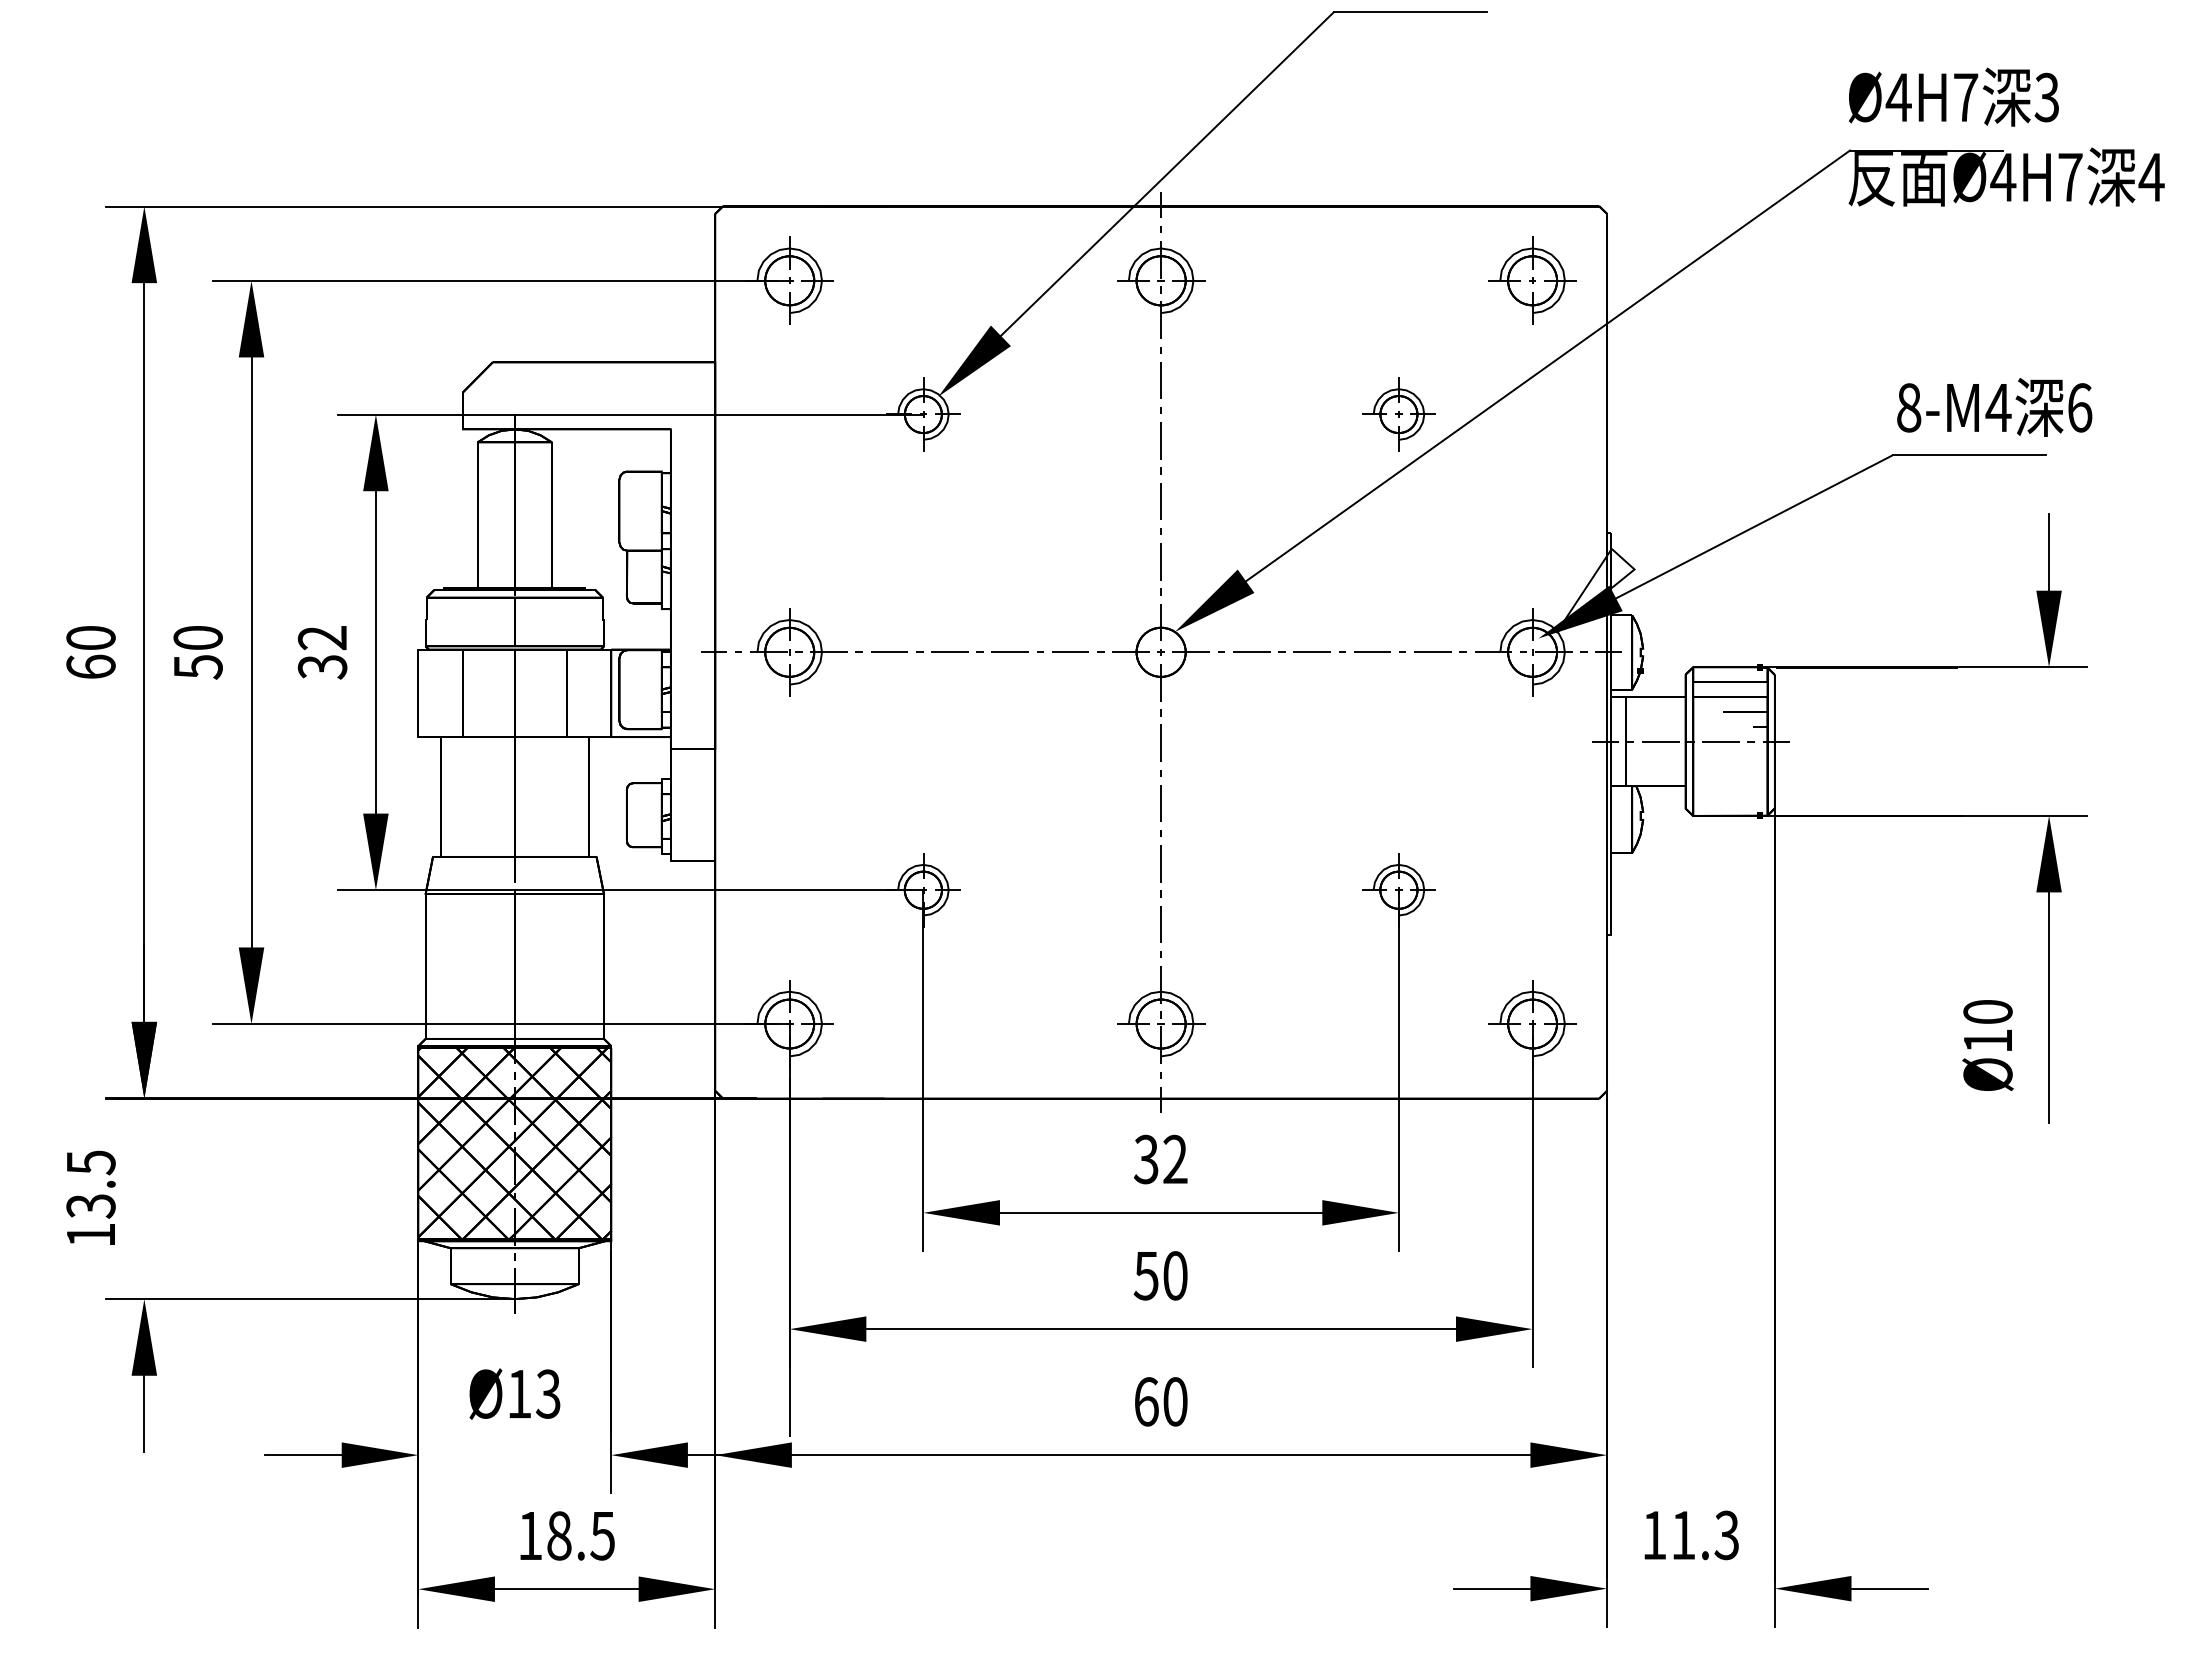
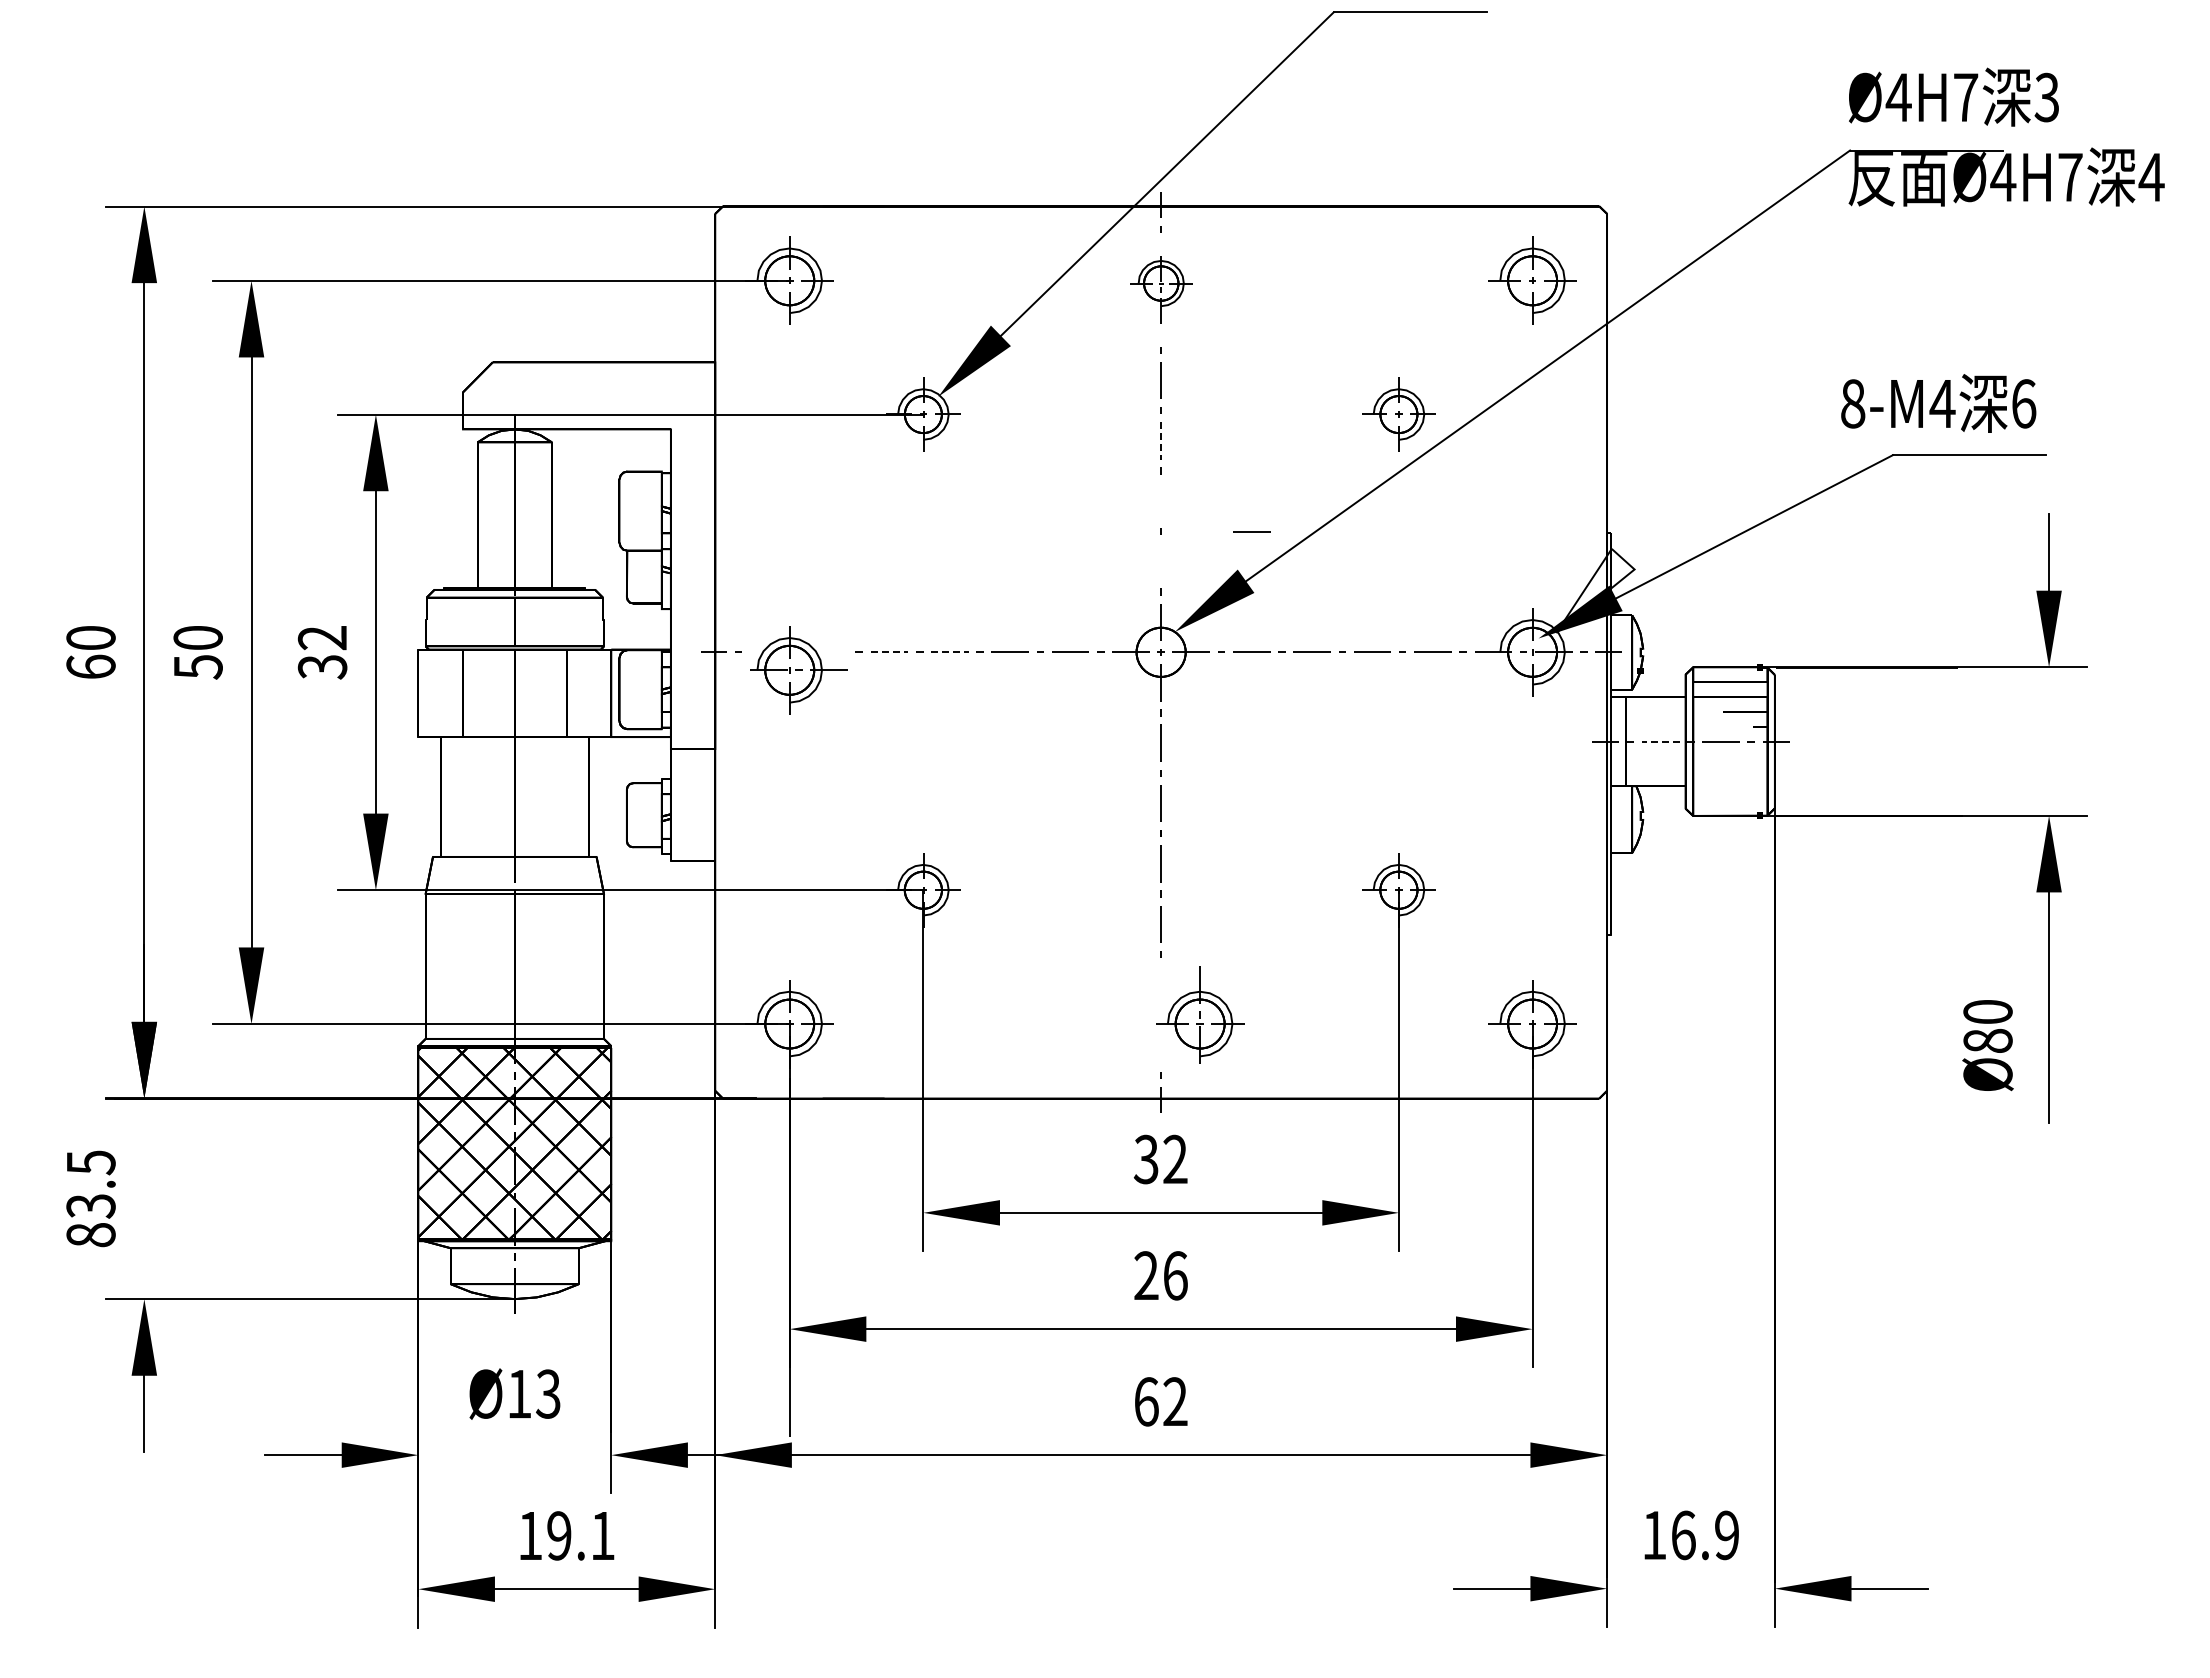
part at (1161, 289) size: 89x98 px -> 63x68 px
text at (1994, 407) position: (1994, 407) -> (1938, 403)
line at (1161, 441): solid -> dashed
line at (1160, 501): present -> none
line at (1251, 531): none -> present
line at (1160, 561): present -> none
part at (798, 652) position: (798, 652) -> (798, 670)
line at (889, 652): solid -> dashed
line at (949, 652): solid -> dashed
line at (1660, 741): solid -> dashed
part at (1161, 1014) position: (1161, 1014) -> (1200, 1014)
text at (1987, 1040): Ø10 -> Ø80
text at (90, 1235): 13.5 -> 83.5
text at (1160, 1275): 50 -> 26
text at (1175, 1401): 60 -> 62
text at (580, 1535): 18.5 -> 19.1
text at (1705, 1535): 11.3 -> 16.9
